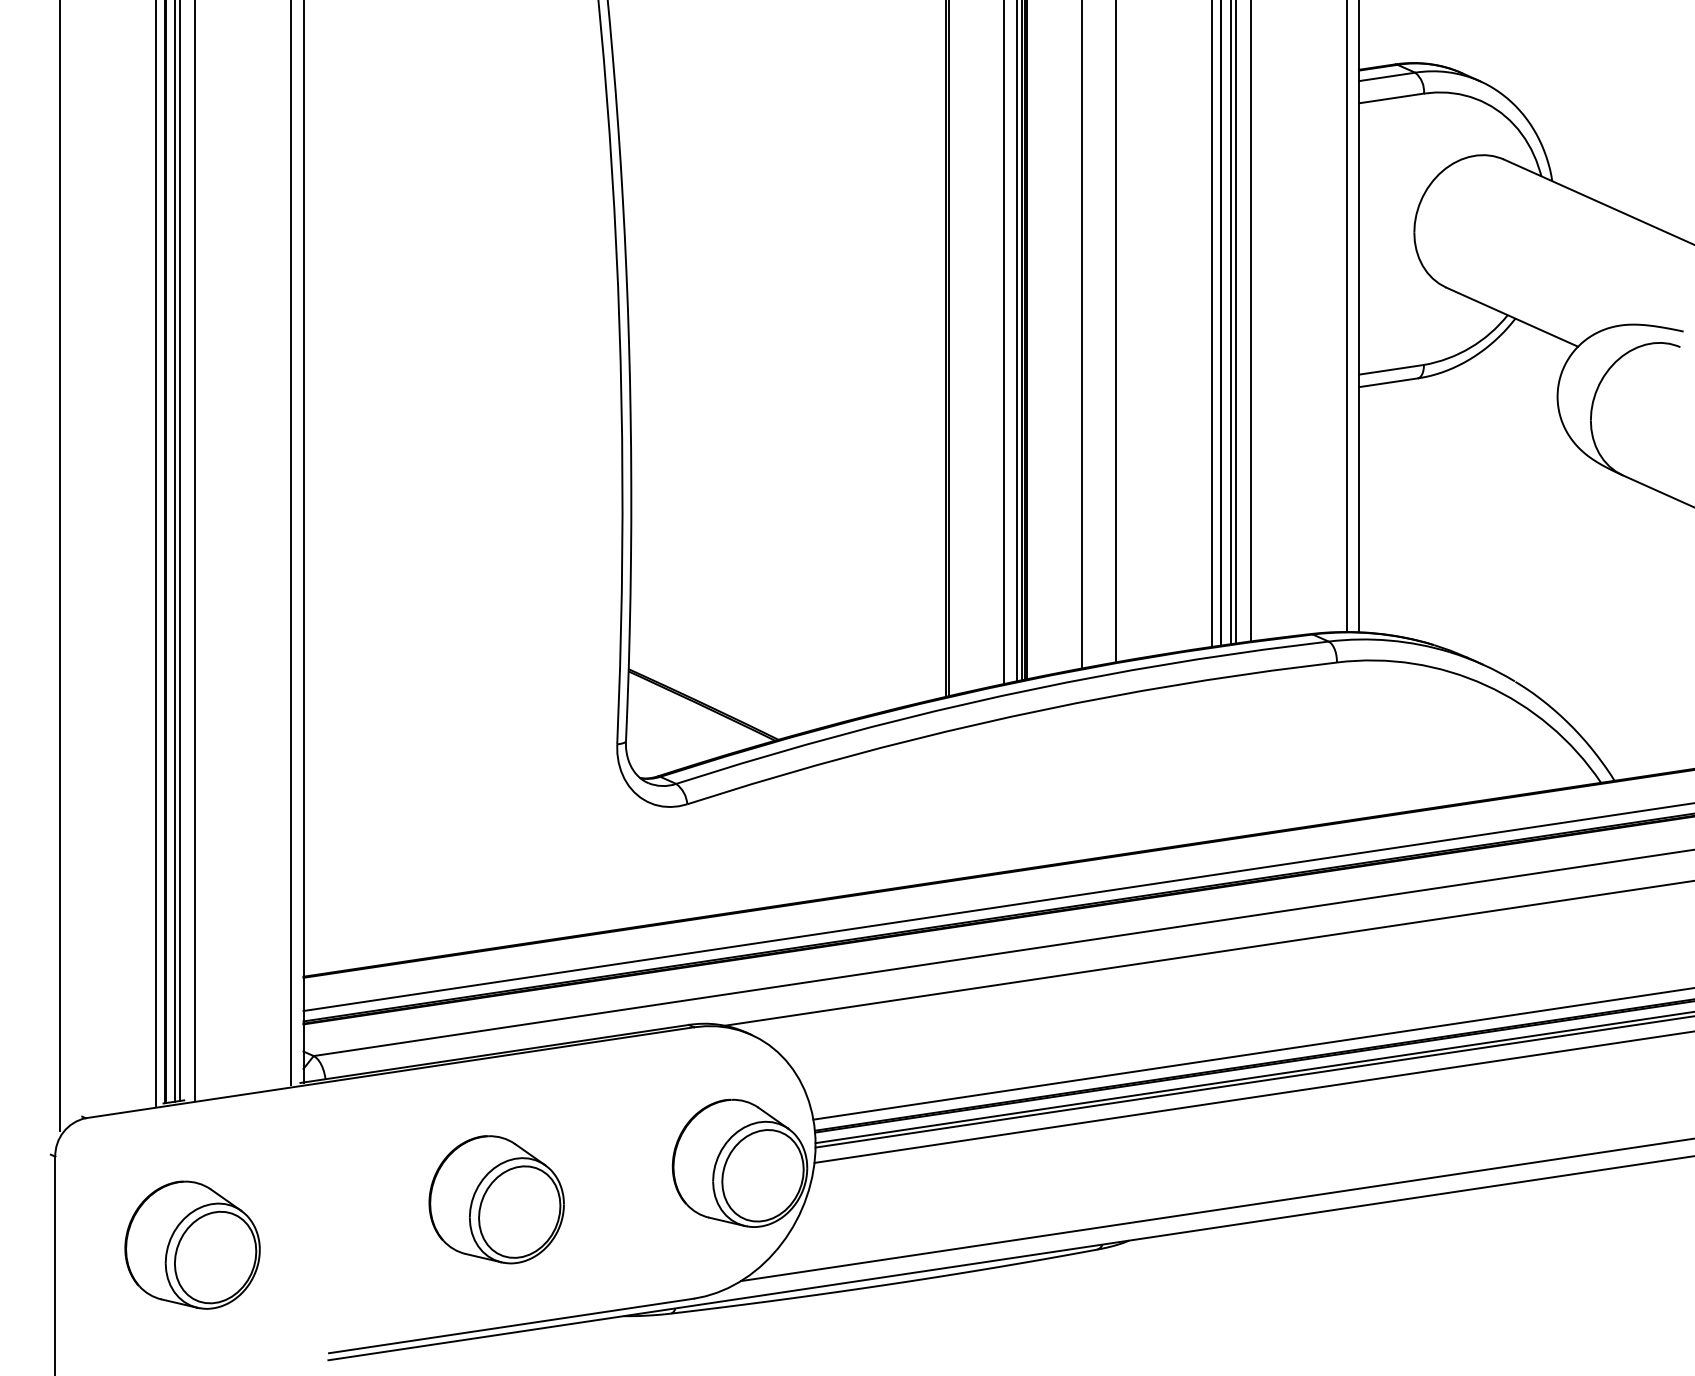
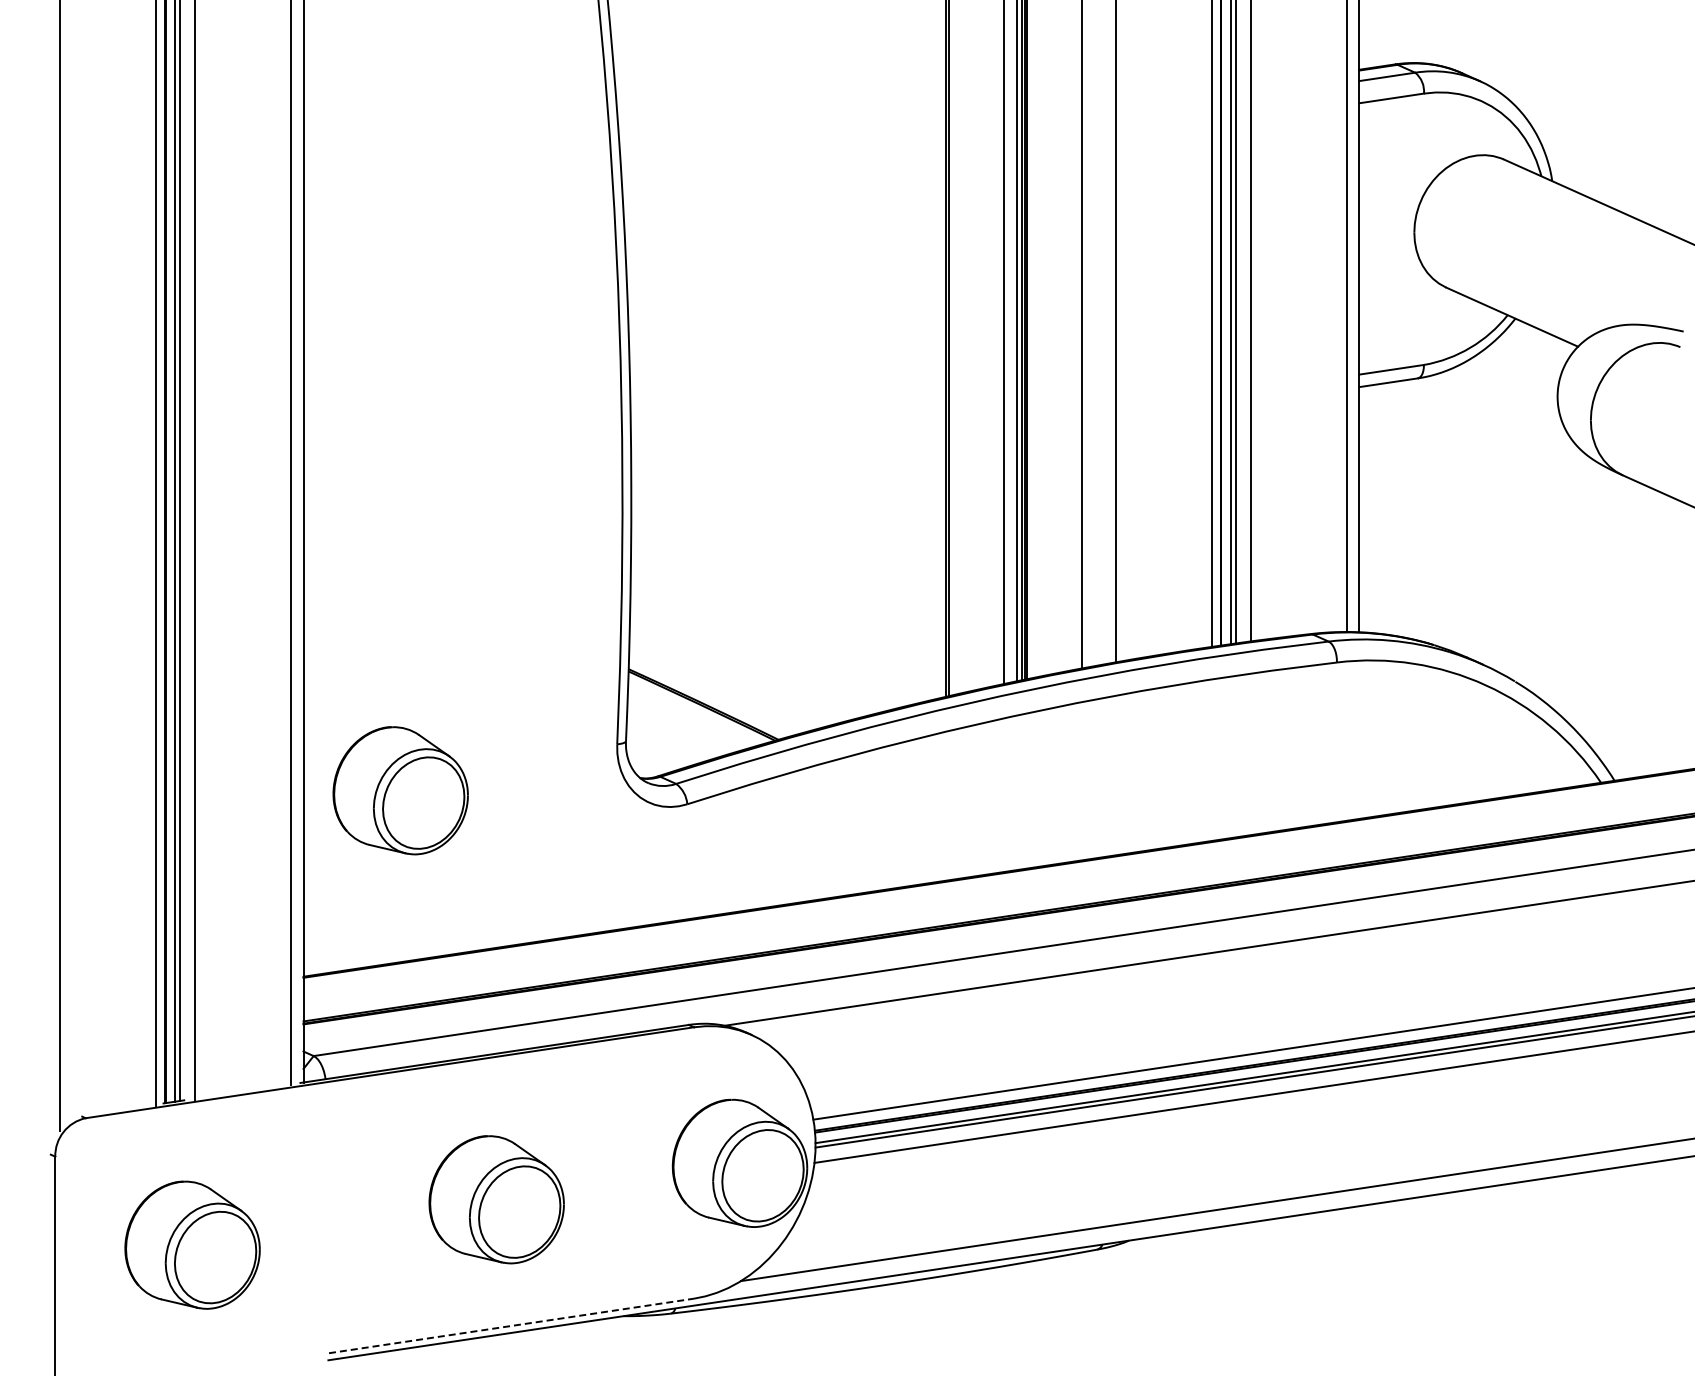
part at (400, 790): none -> present
line at (997, 907): present -> none
line at (511, 1325): solid -> dashed
